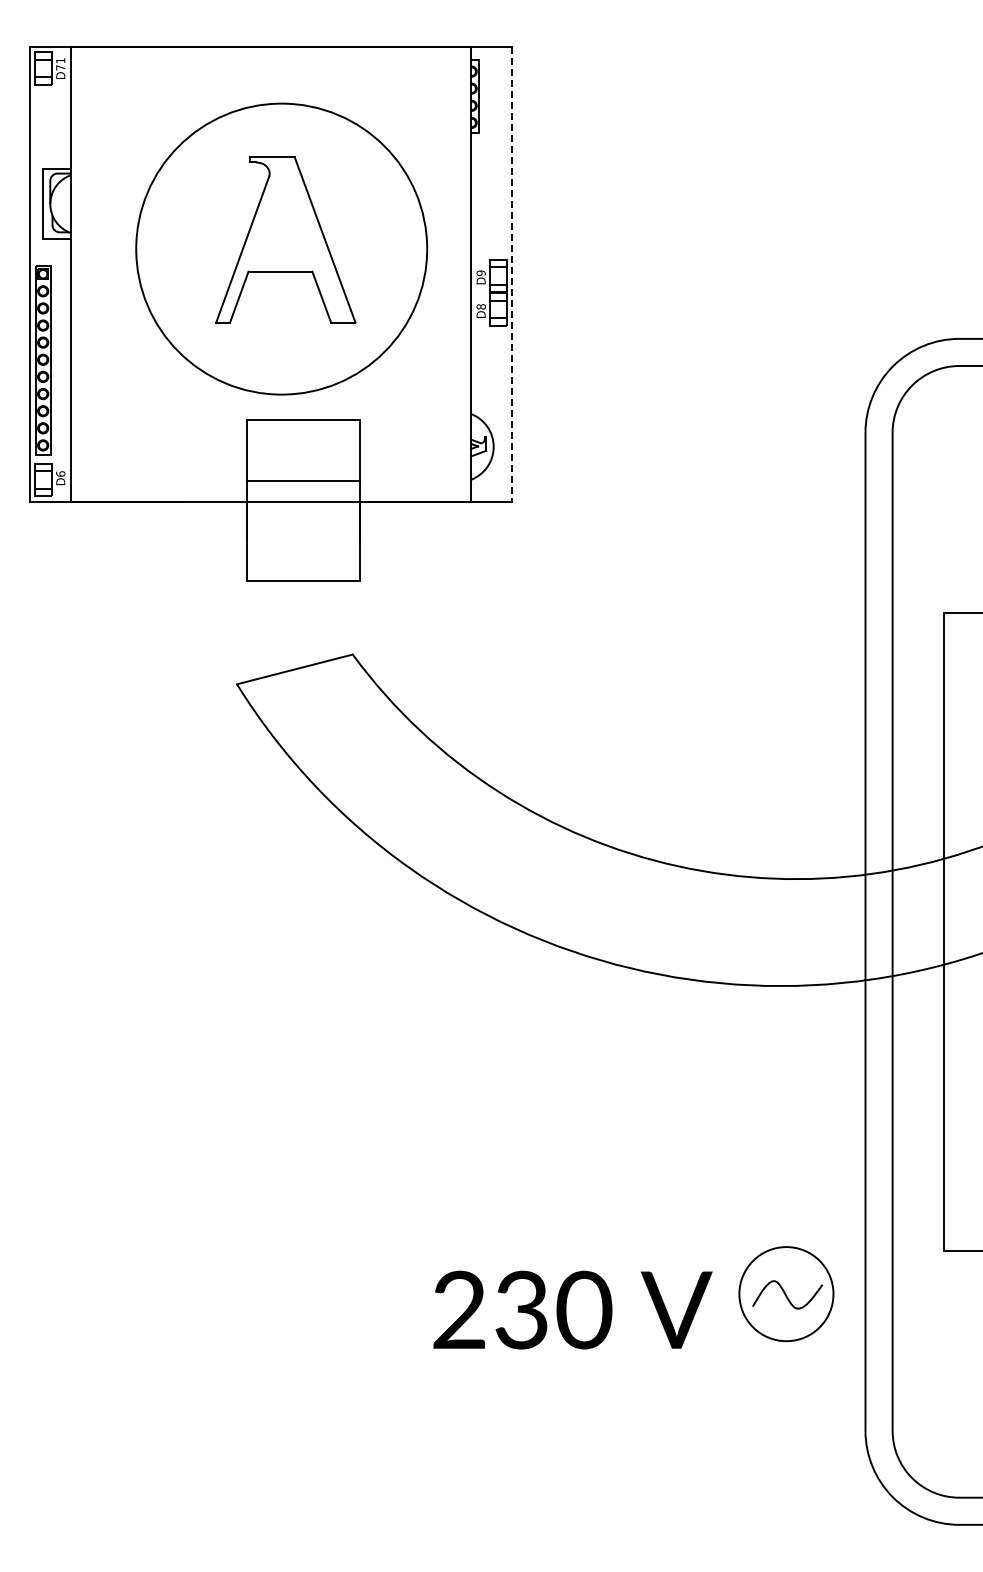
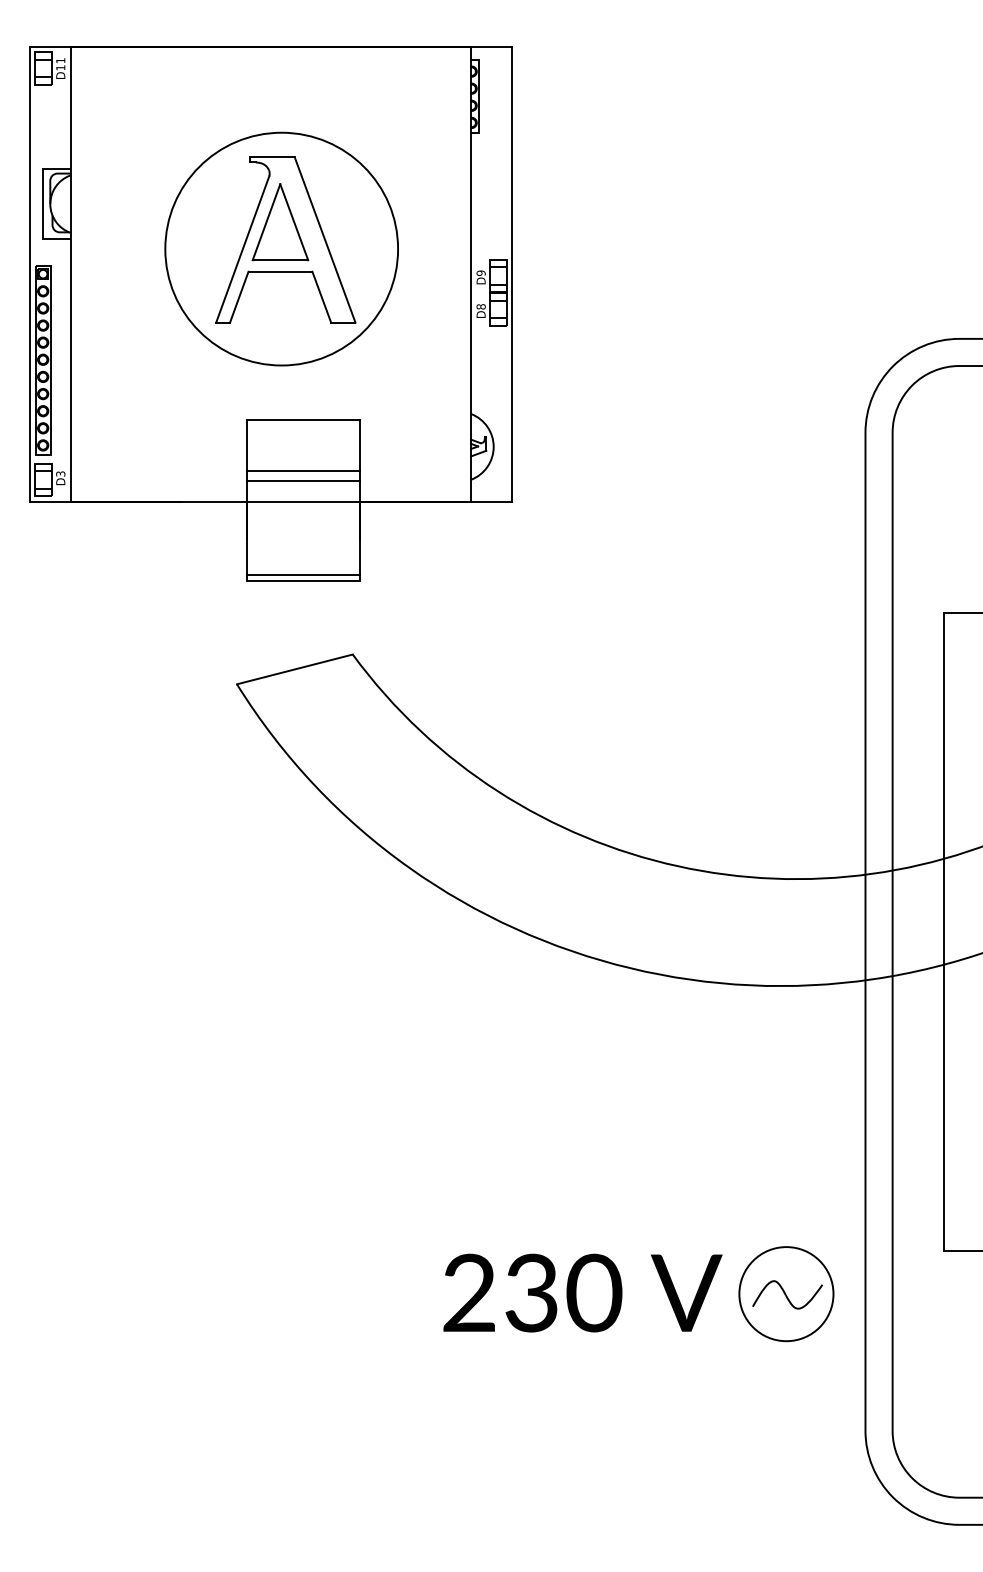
text at (60, 67): D71 -> D11
part at (280, 222): none -> present
circle at (281, 248) diameter: 291 px -> 233 px
line at (512, 274): dashed -> solid
line at (303, 471): none -> present
text at (60, 473): D6 -> D3
line at (303, 574): none -> present
text at (572, 1309) position: (572, 1309) -> (582, 1292)
